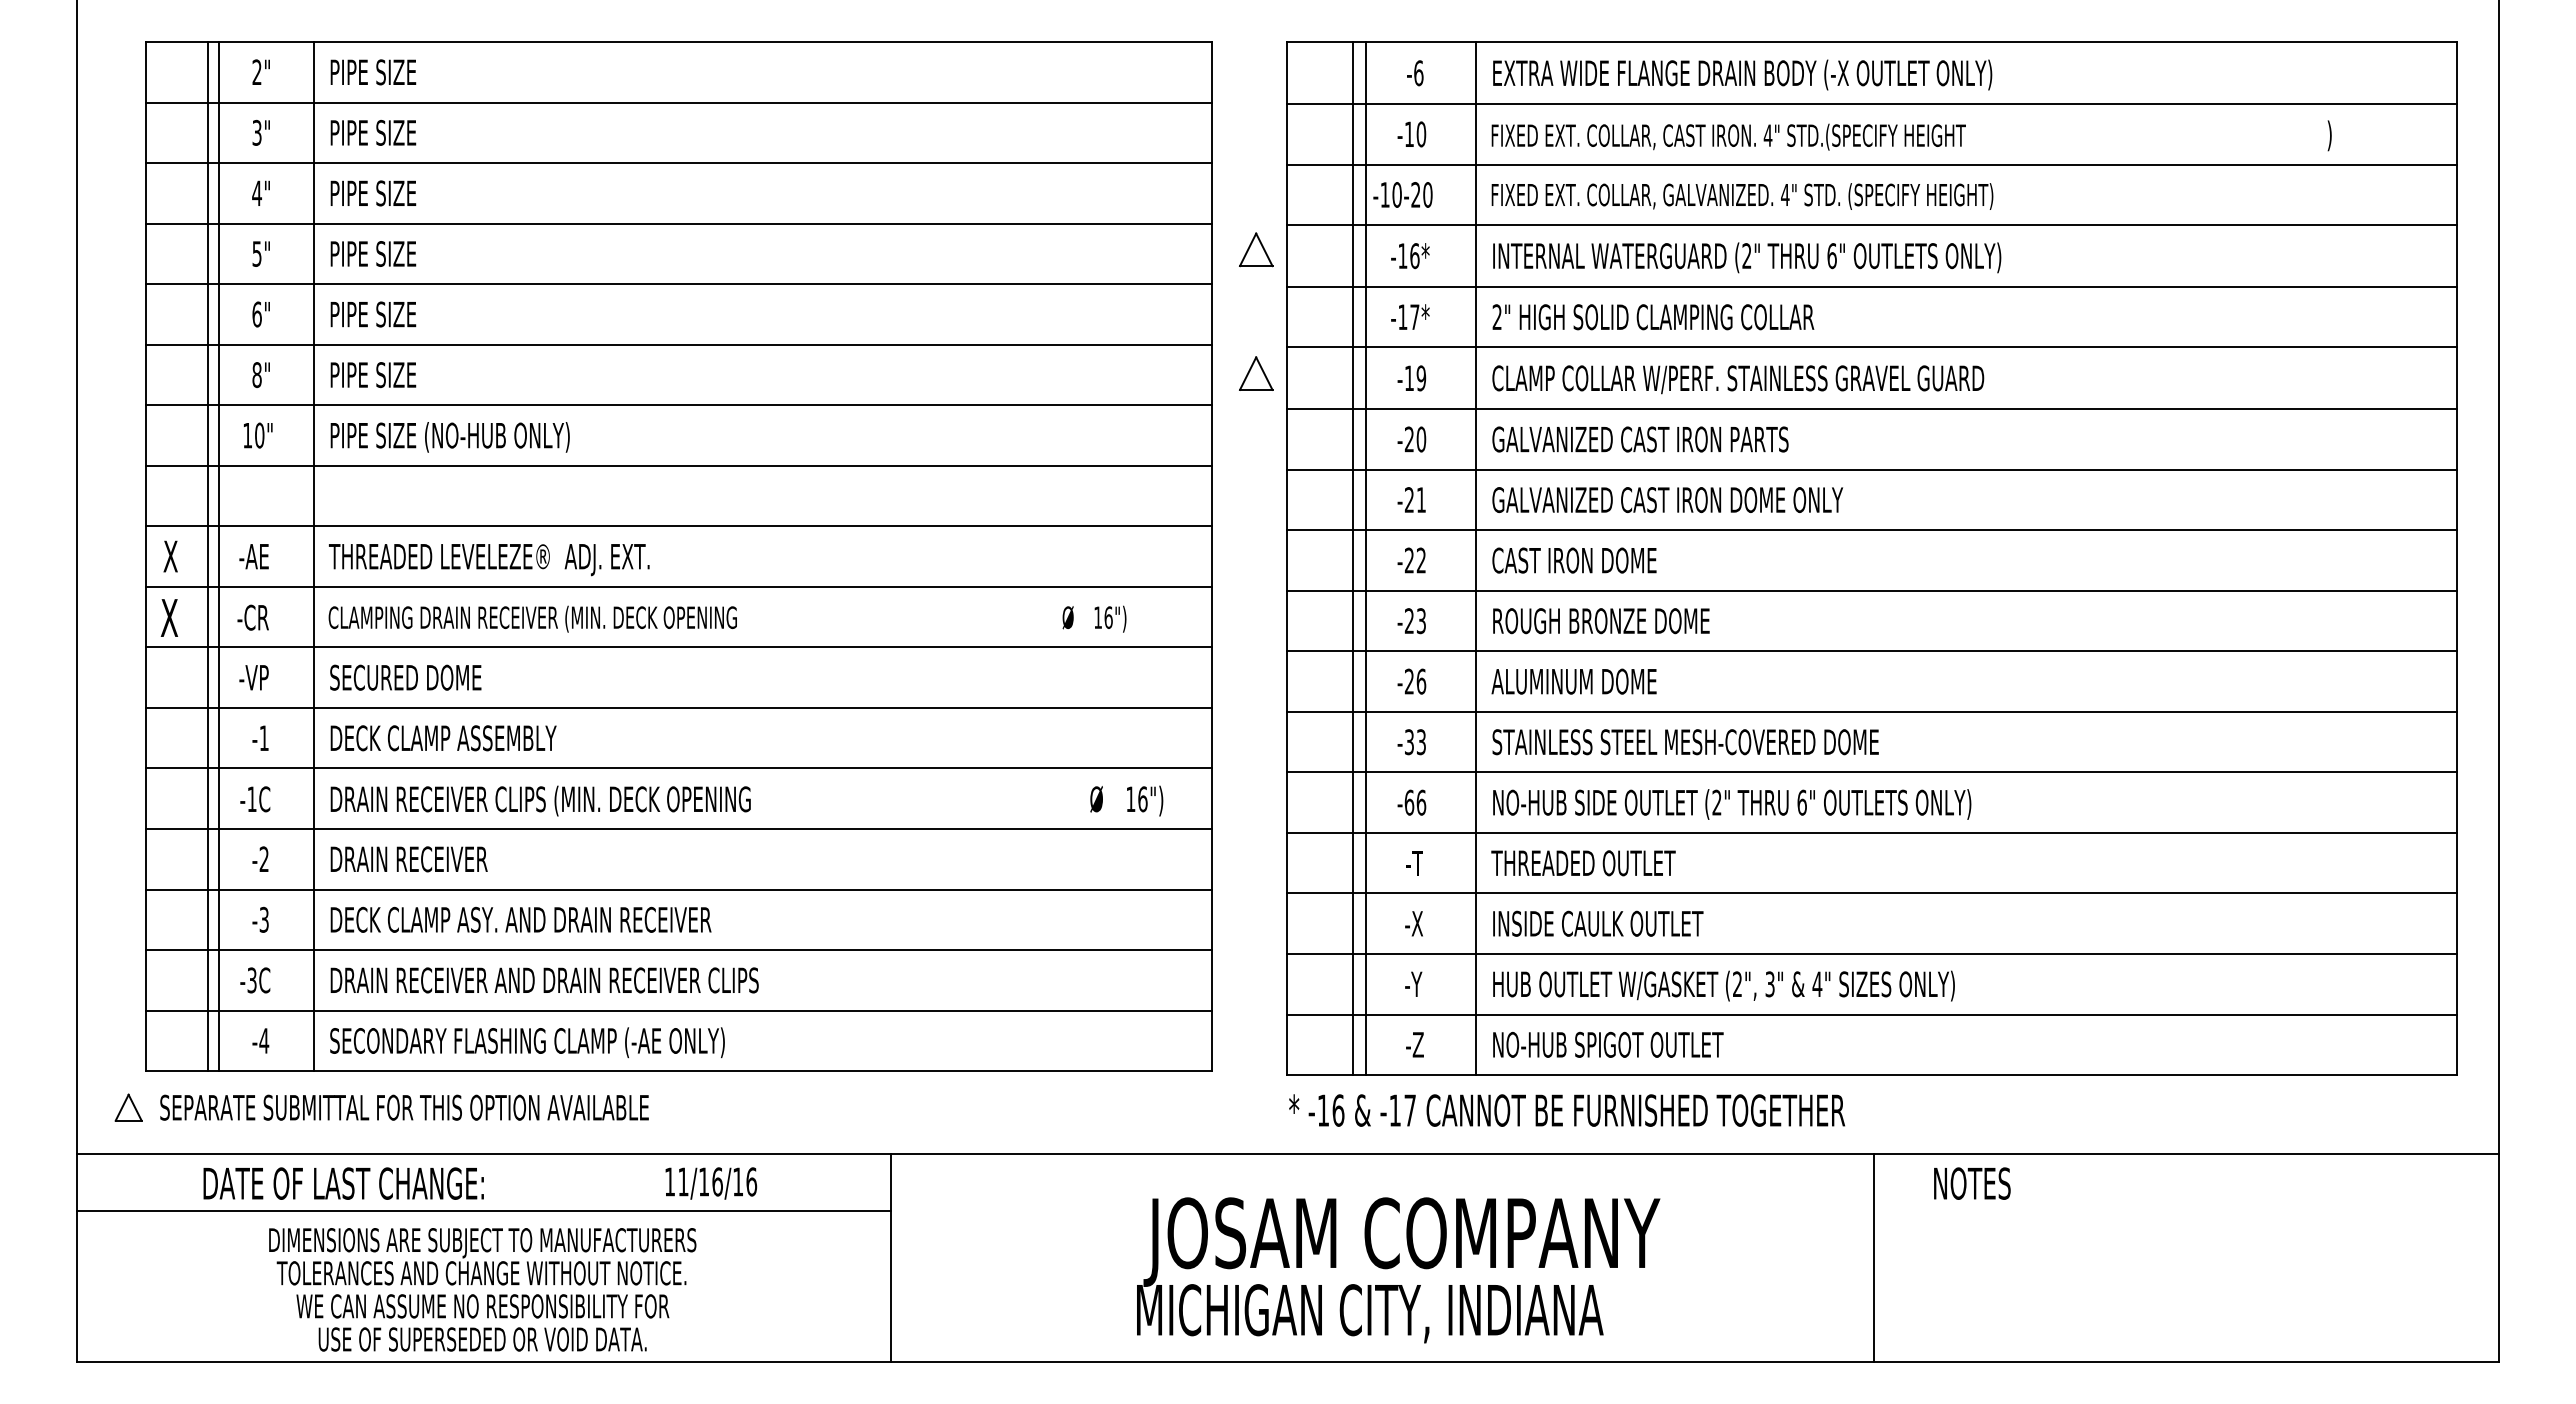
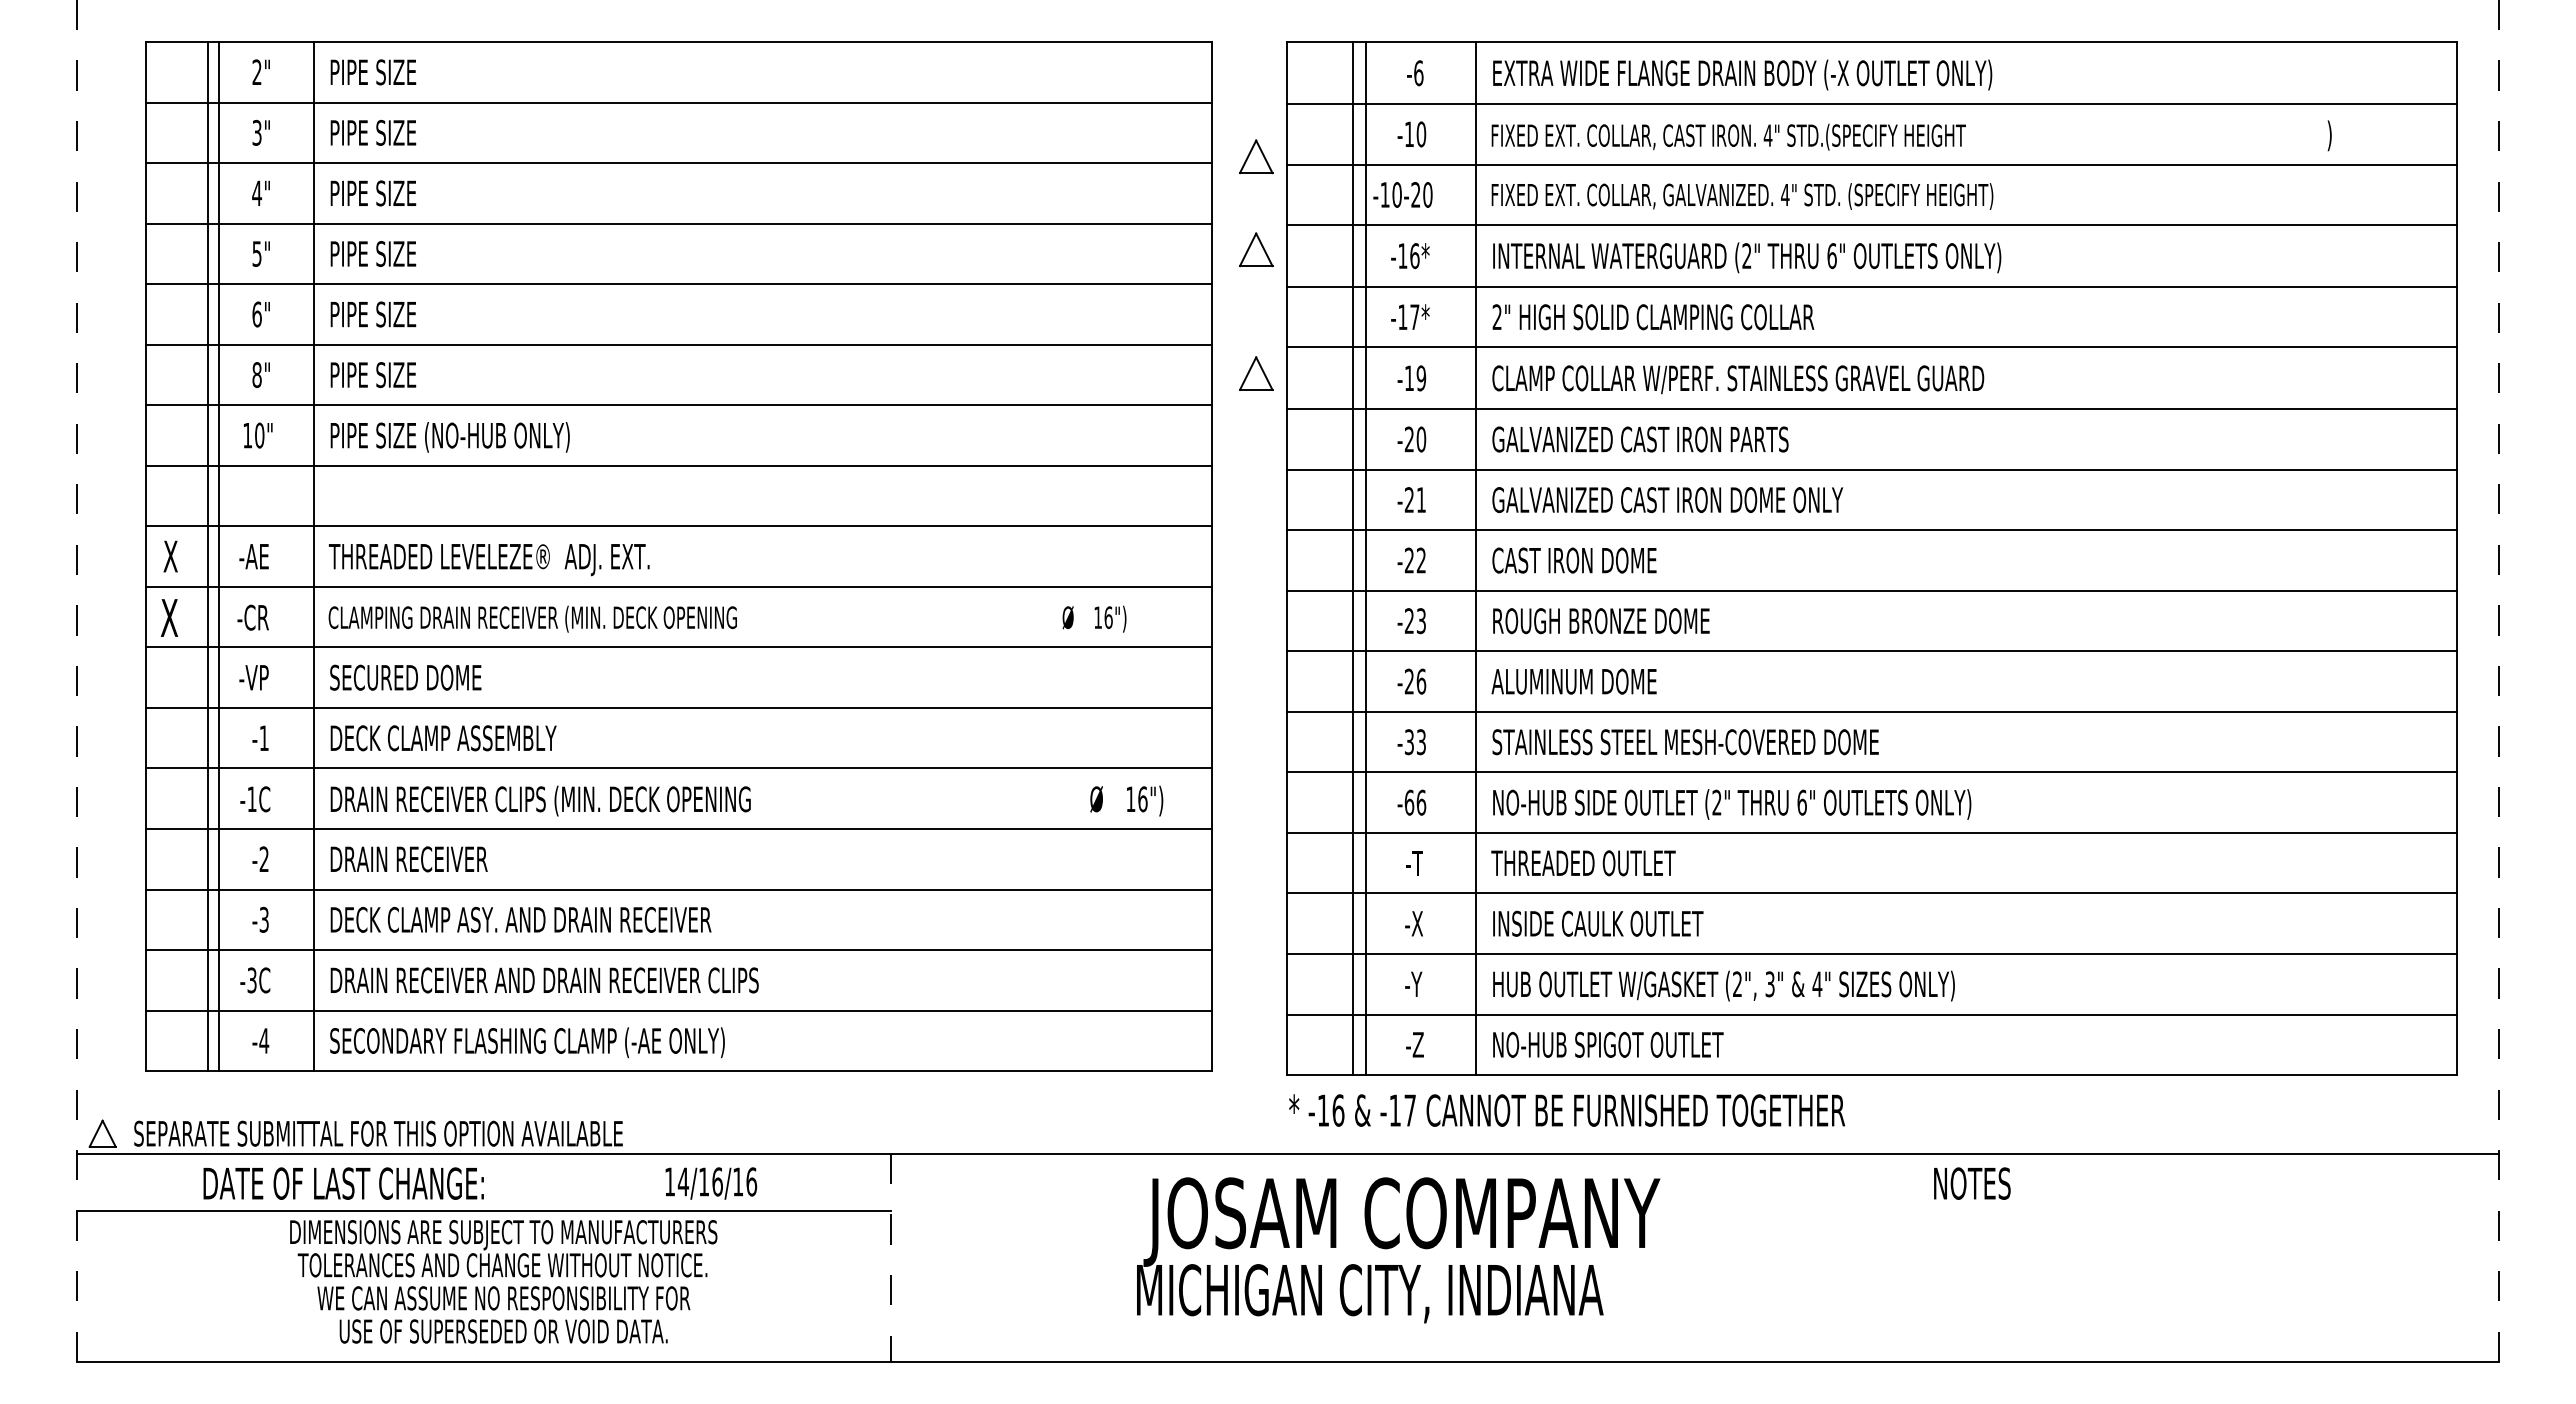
part at (1256, 156): none -> present
line at (77, 681): solid -> dashed
line at (2498, 681): solid -> dashed
part at (381, 1107) position: (381, 1107) -> (355, 1133)
text at (683, 1181): 11/16/16 -> 14/16/16
line at (1874, 1257): present -> none
line at (890, 1258): solid -> dashed
text at (1398, 1270) position: (1398, 1270) -> (1398, 1250)
text at (482, 1289) position: (482, 1289) -> (503, 1281)
